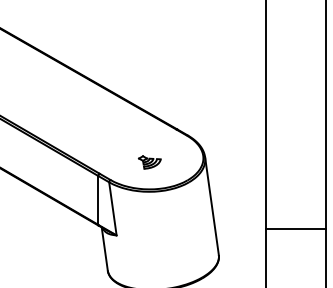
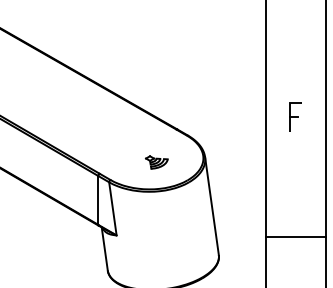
part at (295, 116): none -> present
part at (149, 162) position: (149, 162) -> (156, 162)
line at (295, 228) position: (295, 228) -> (295, 236)
